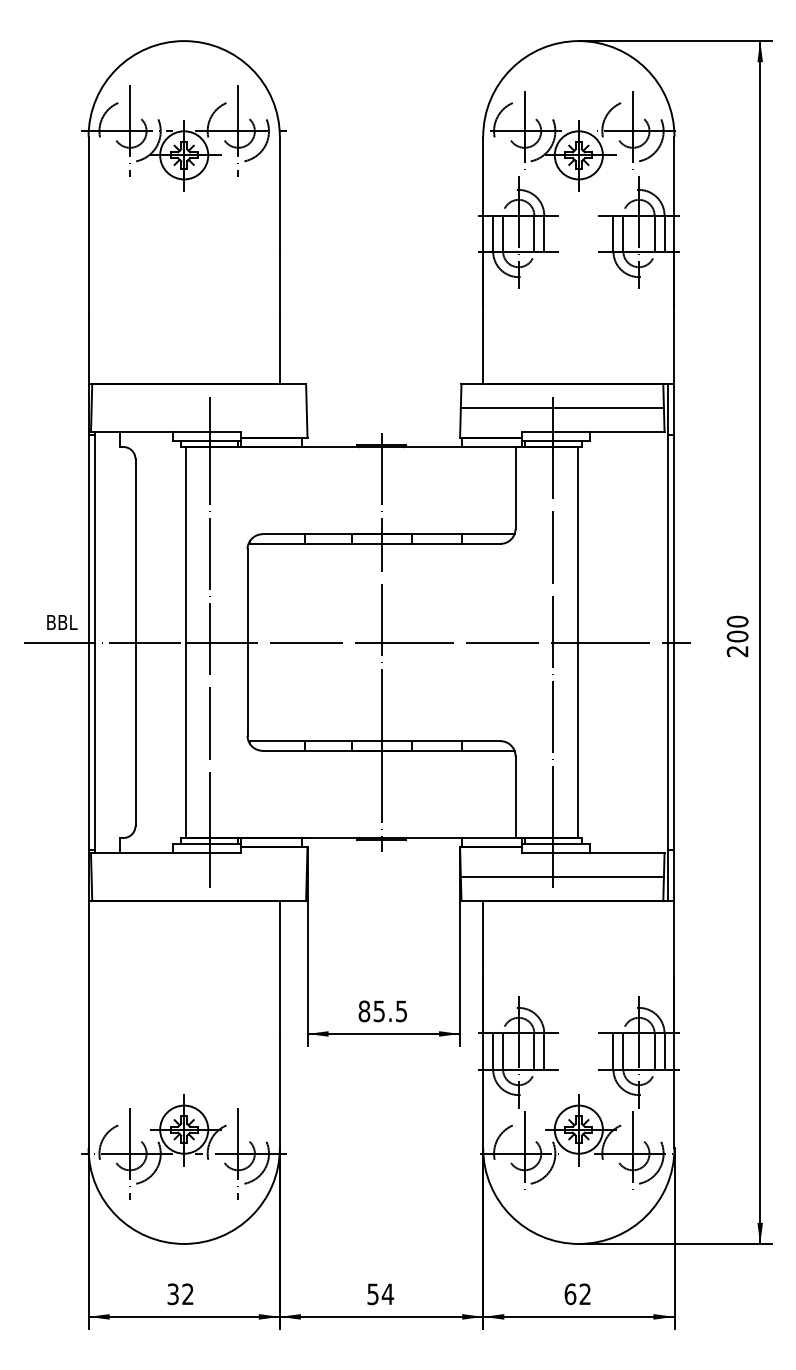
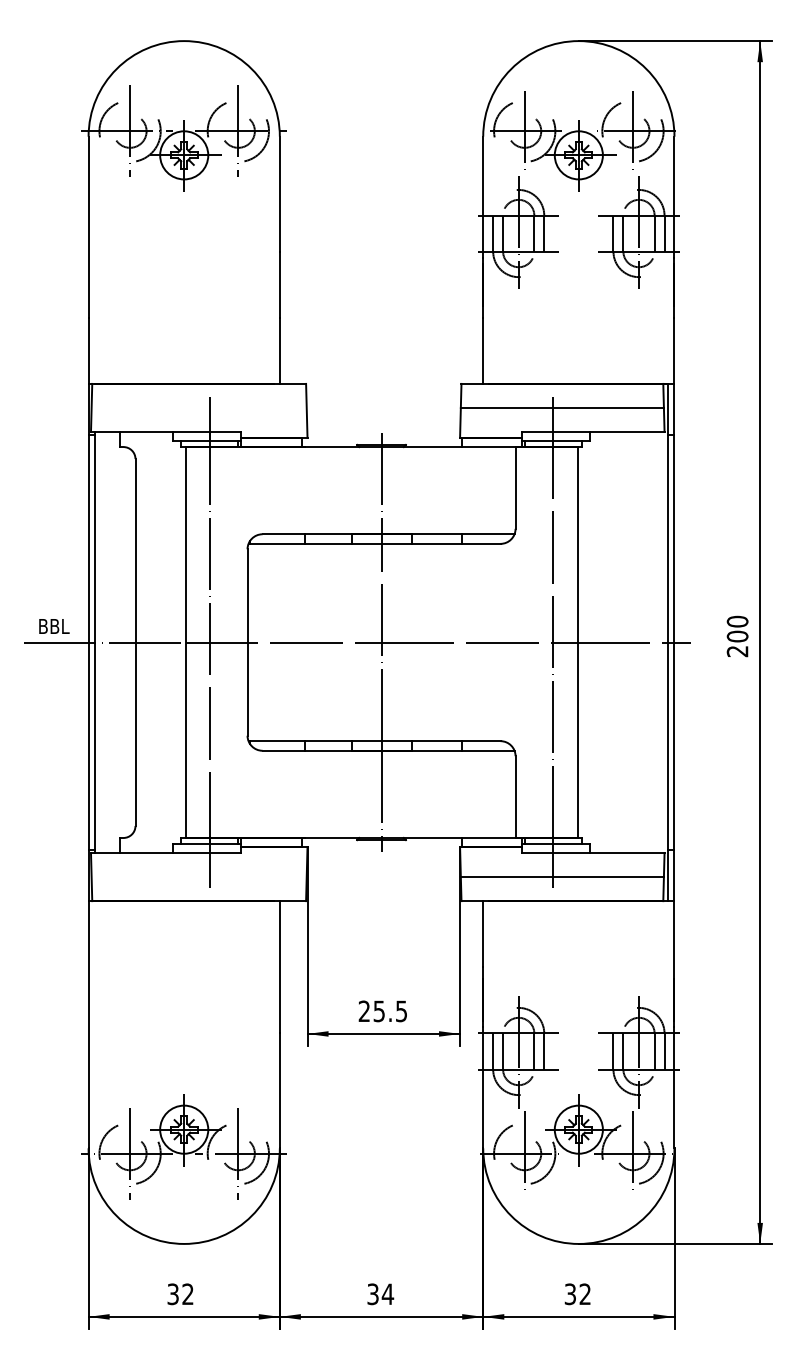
text at (62, 622) position: (62, 622) -> (54, 626)
text at (364, 1011): 85.5 -> 25.5
text at (373, 1293): 54 -> 34
text at (570, 1294): 62 -> 32
